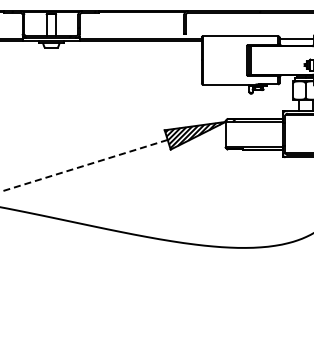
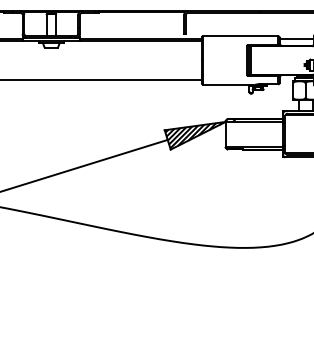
line at (101, 79): none -> present
line at (83, 166): dashed -> solid
